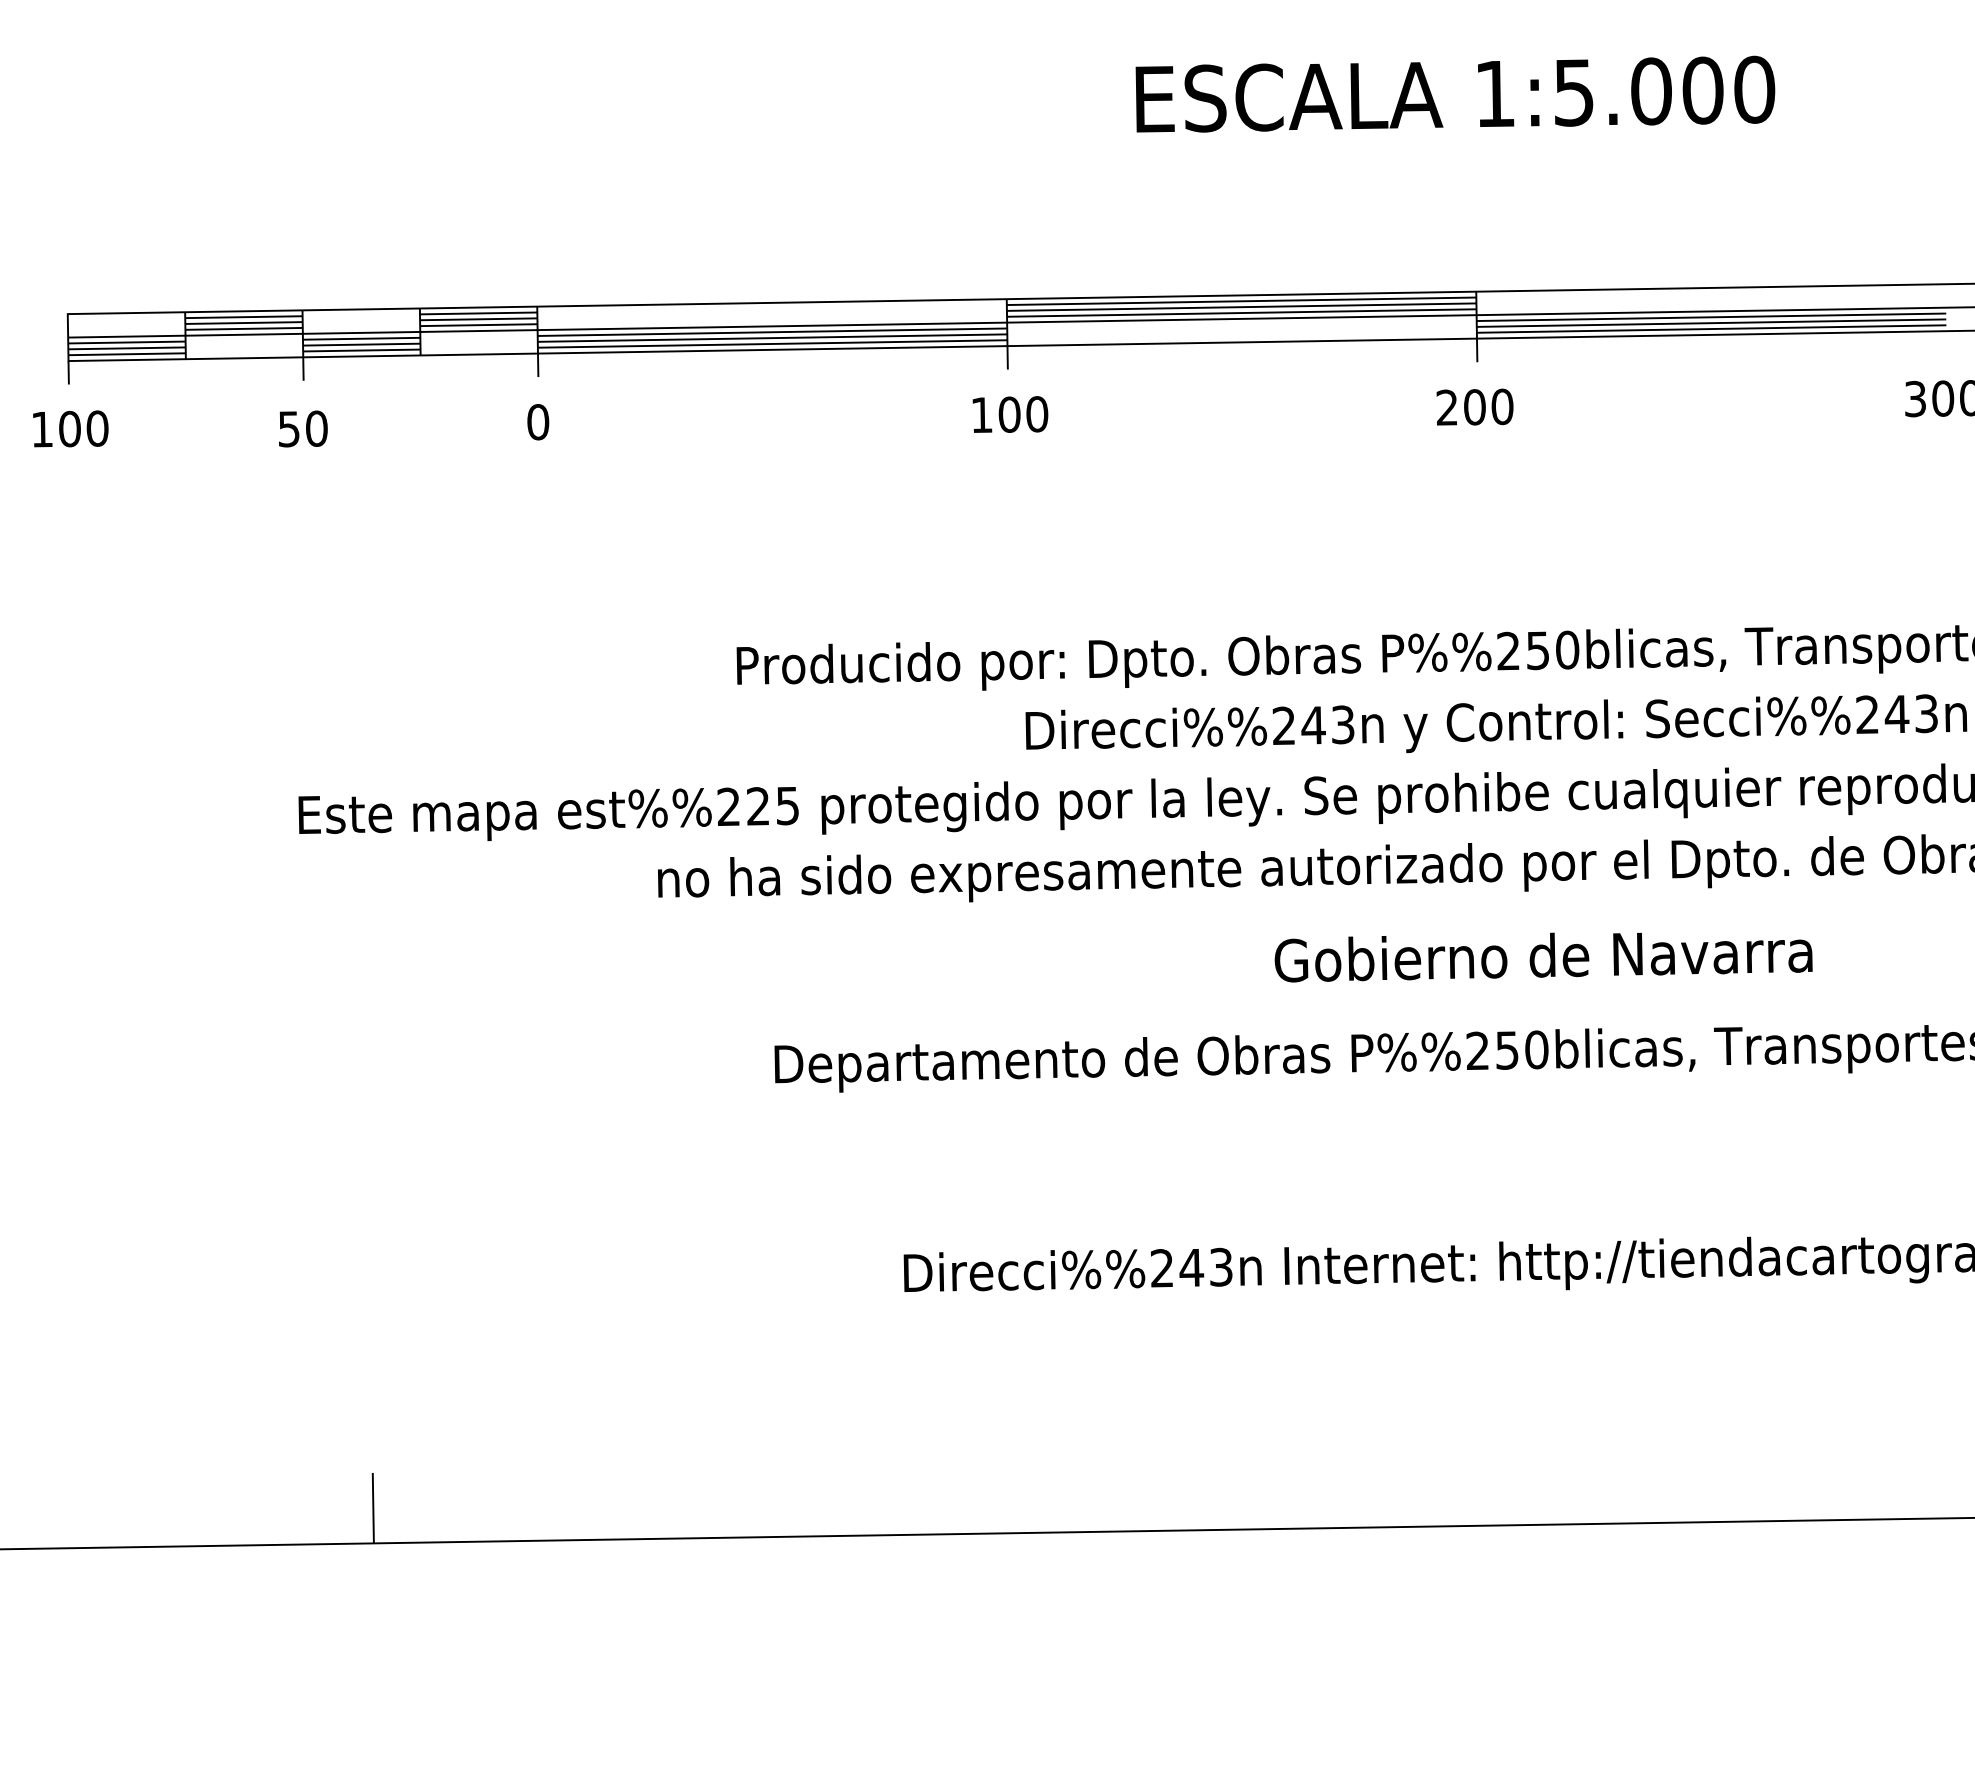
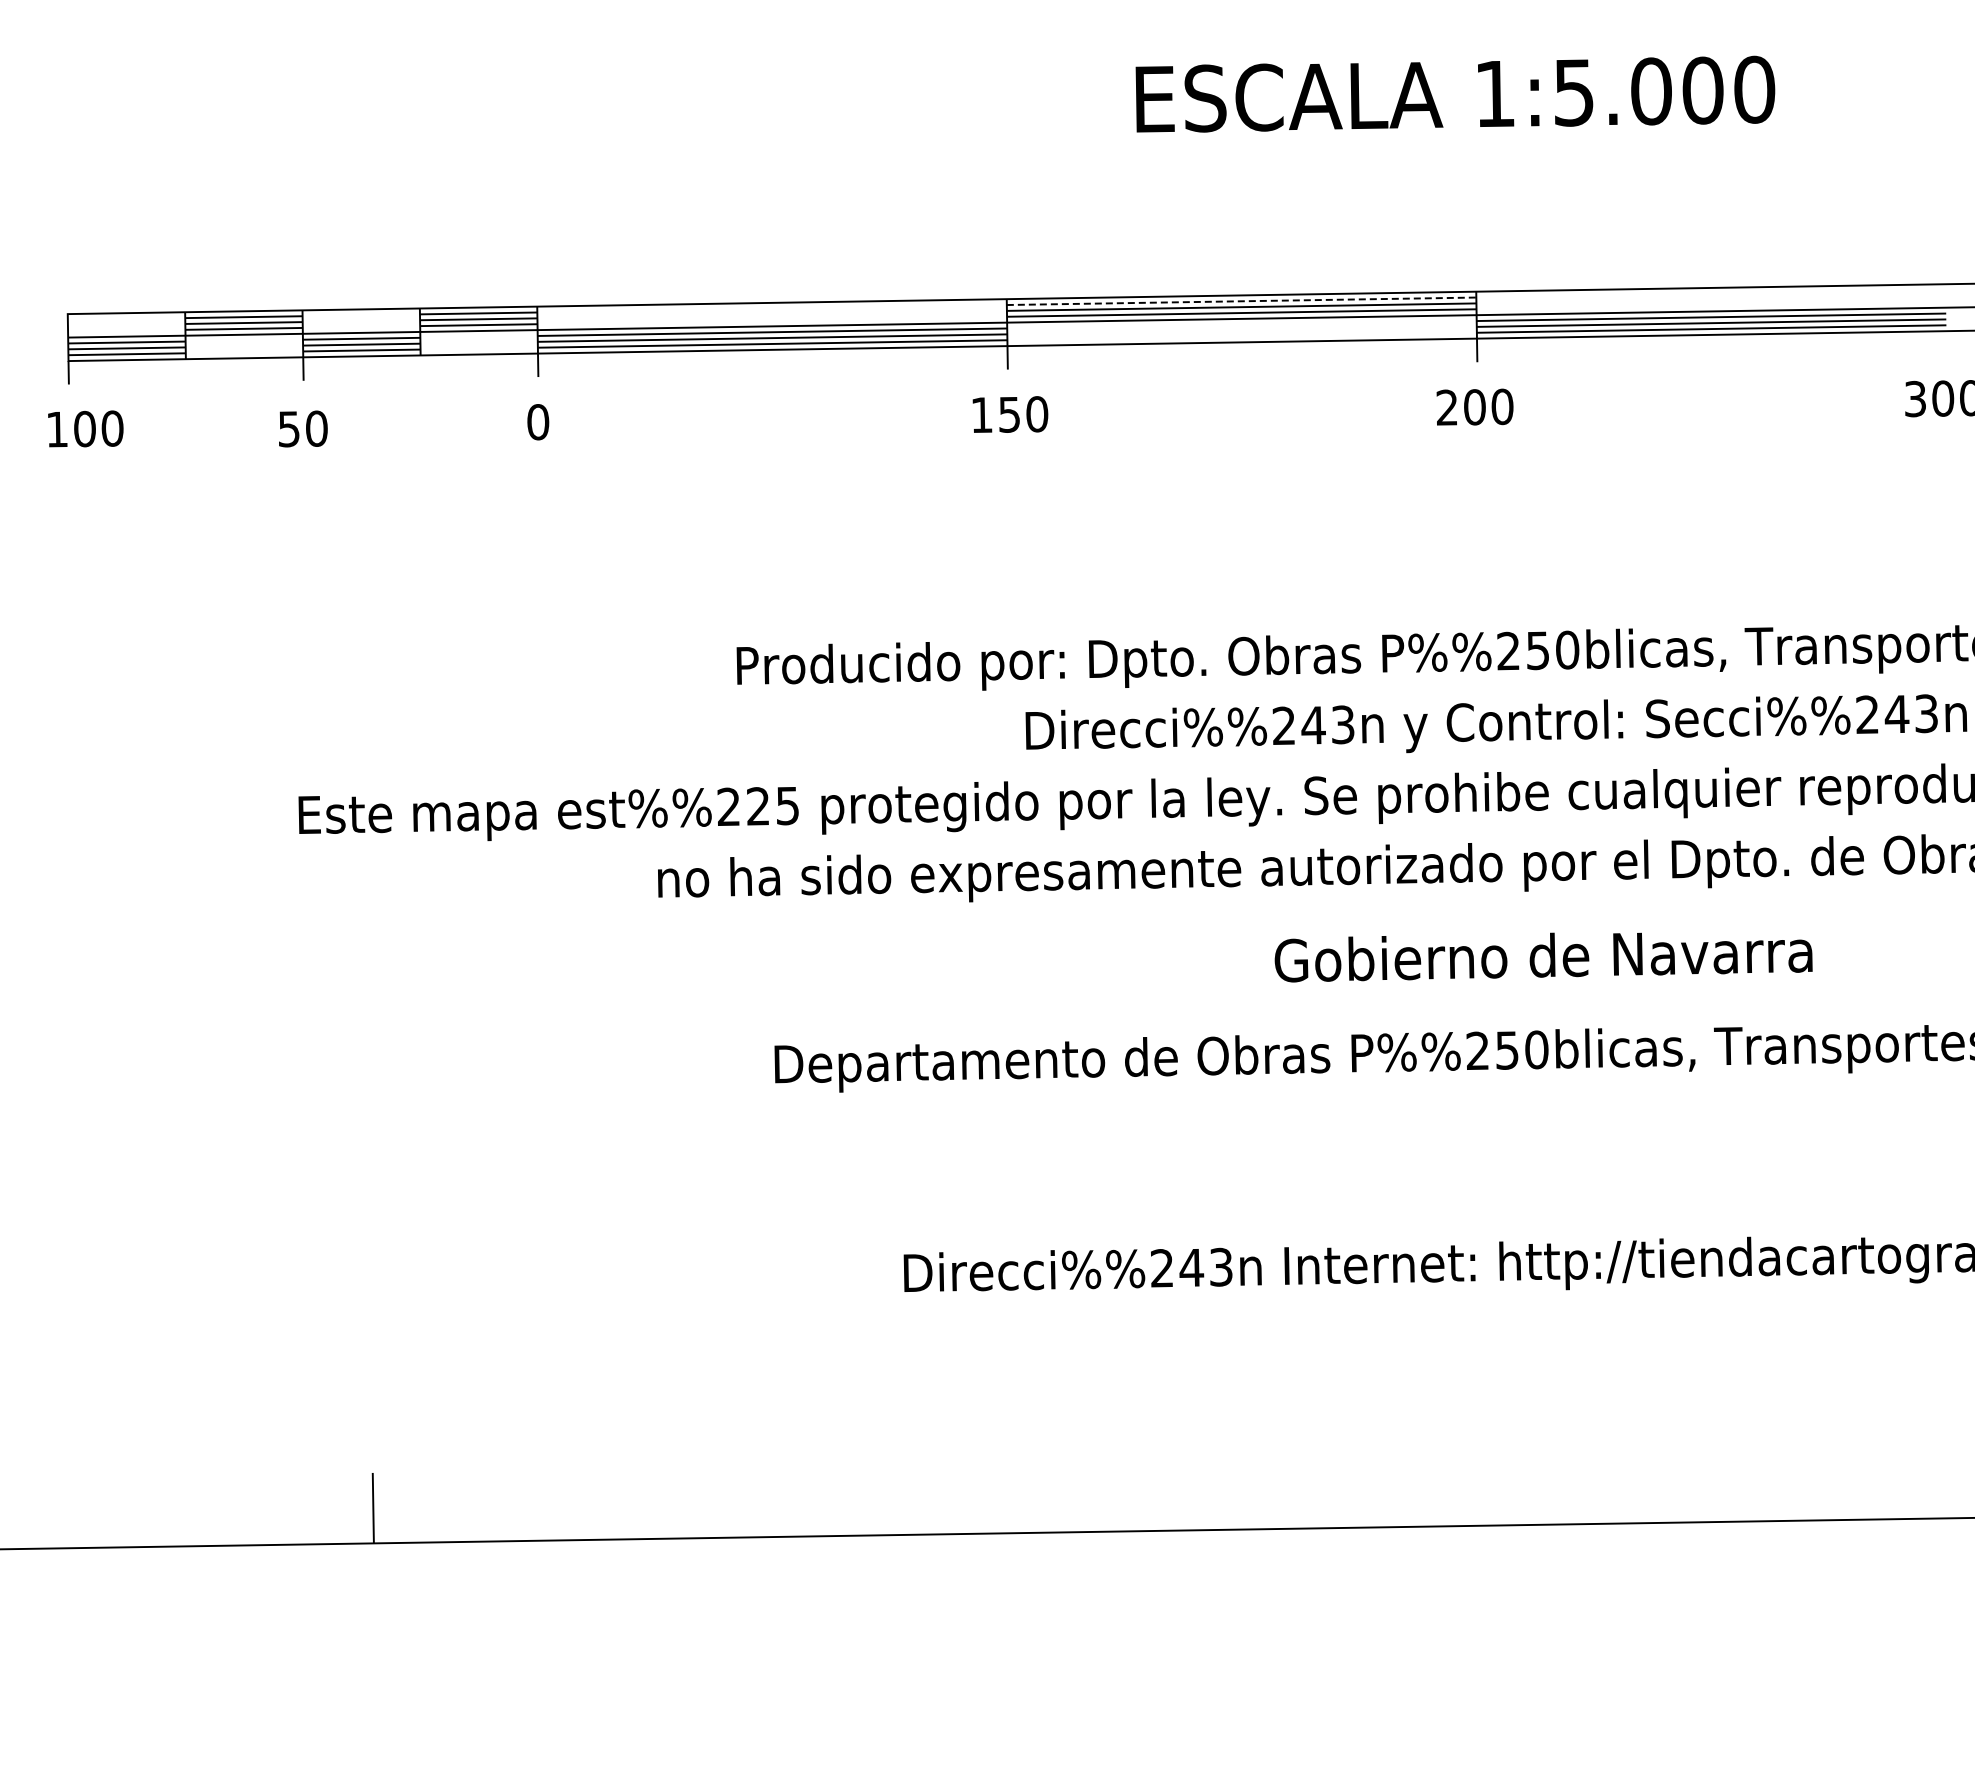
line at (1241, 301): solid -> dashed
text at (1009, 414): 100 -> 150
text at (70, 428) position: (70, 428) -> (85, 428)
